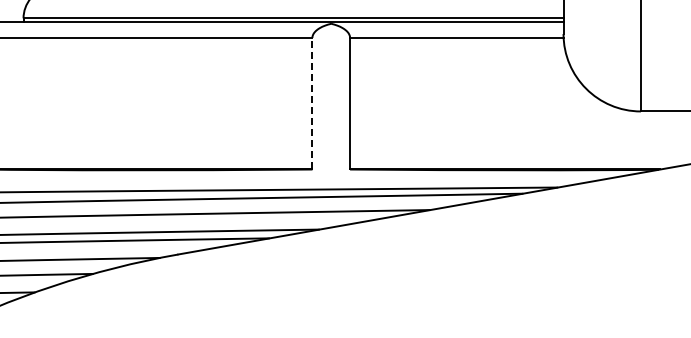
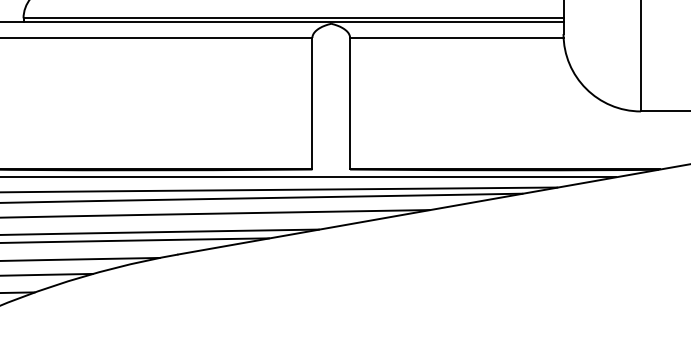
line at (312, 103): dashed -> solid
line at (309, 177): none -> present
